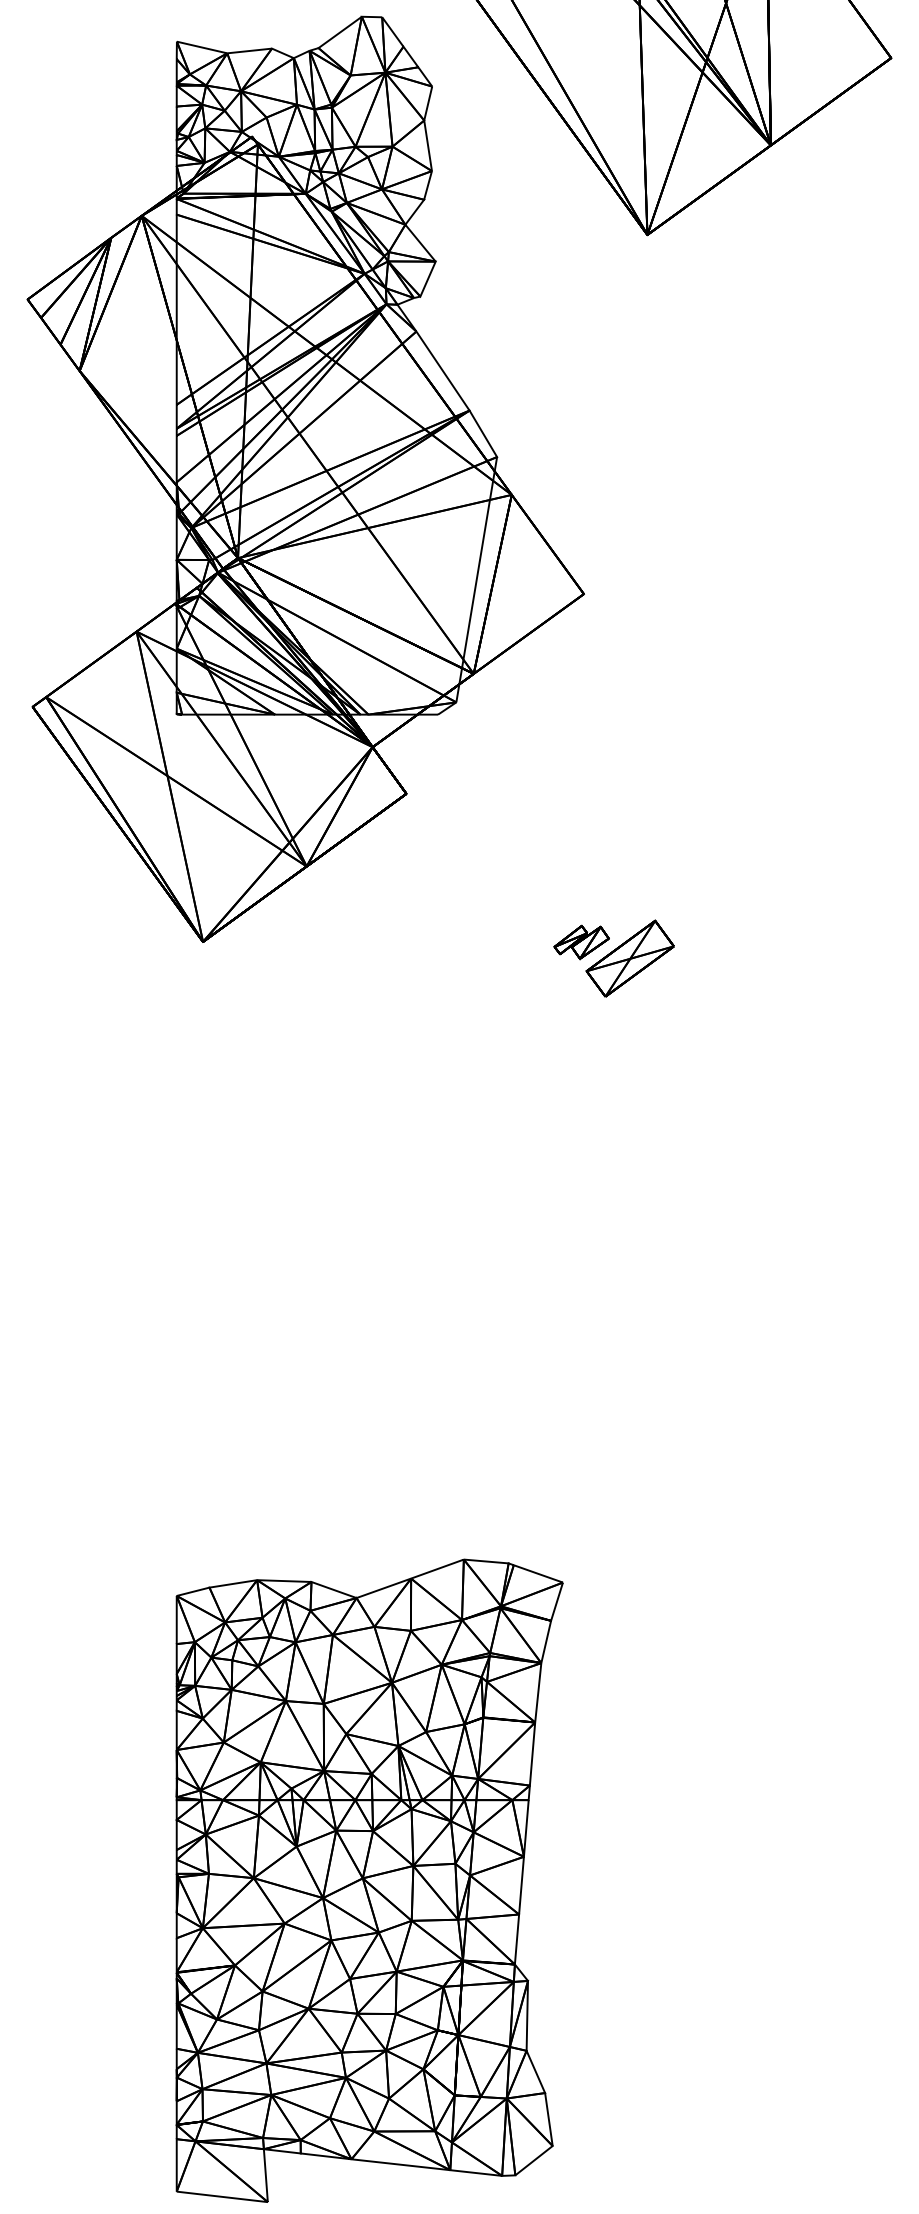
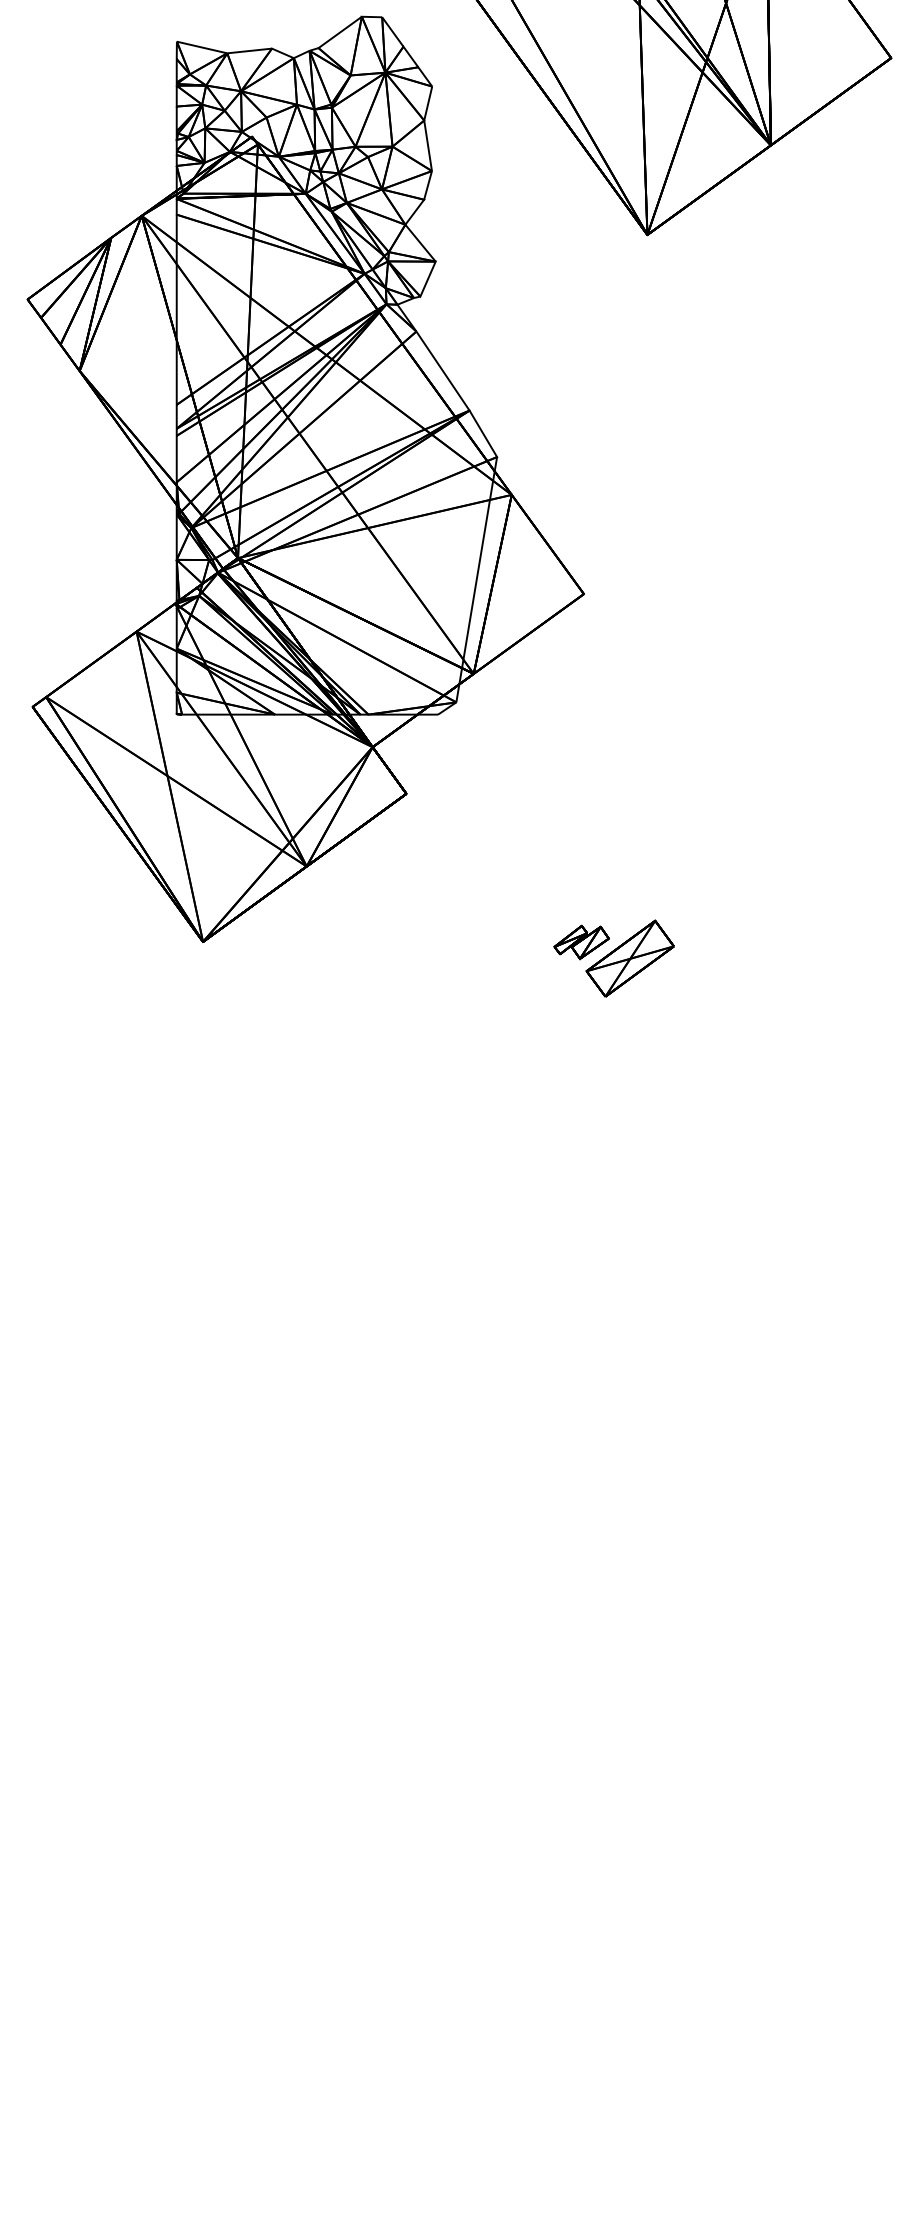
part at (369, 1880): present -> none
